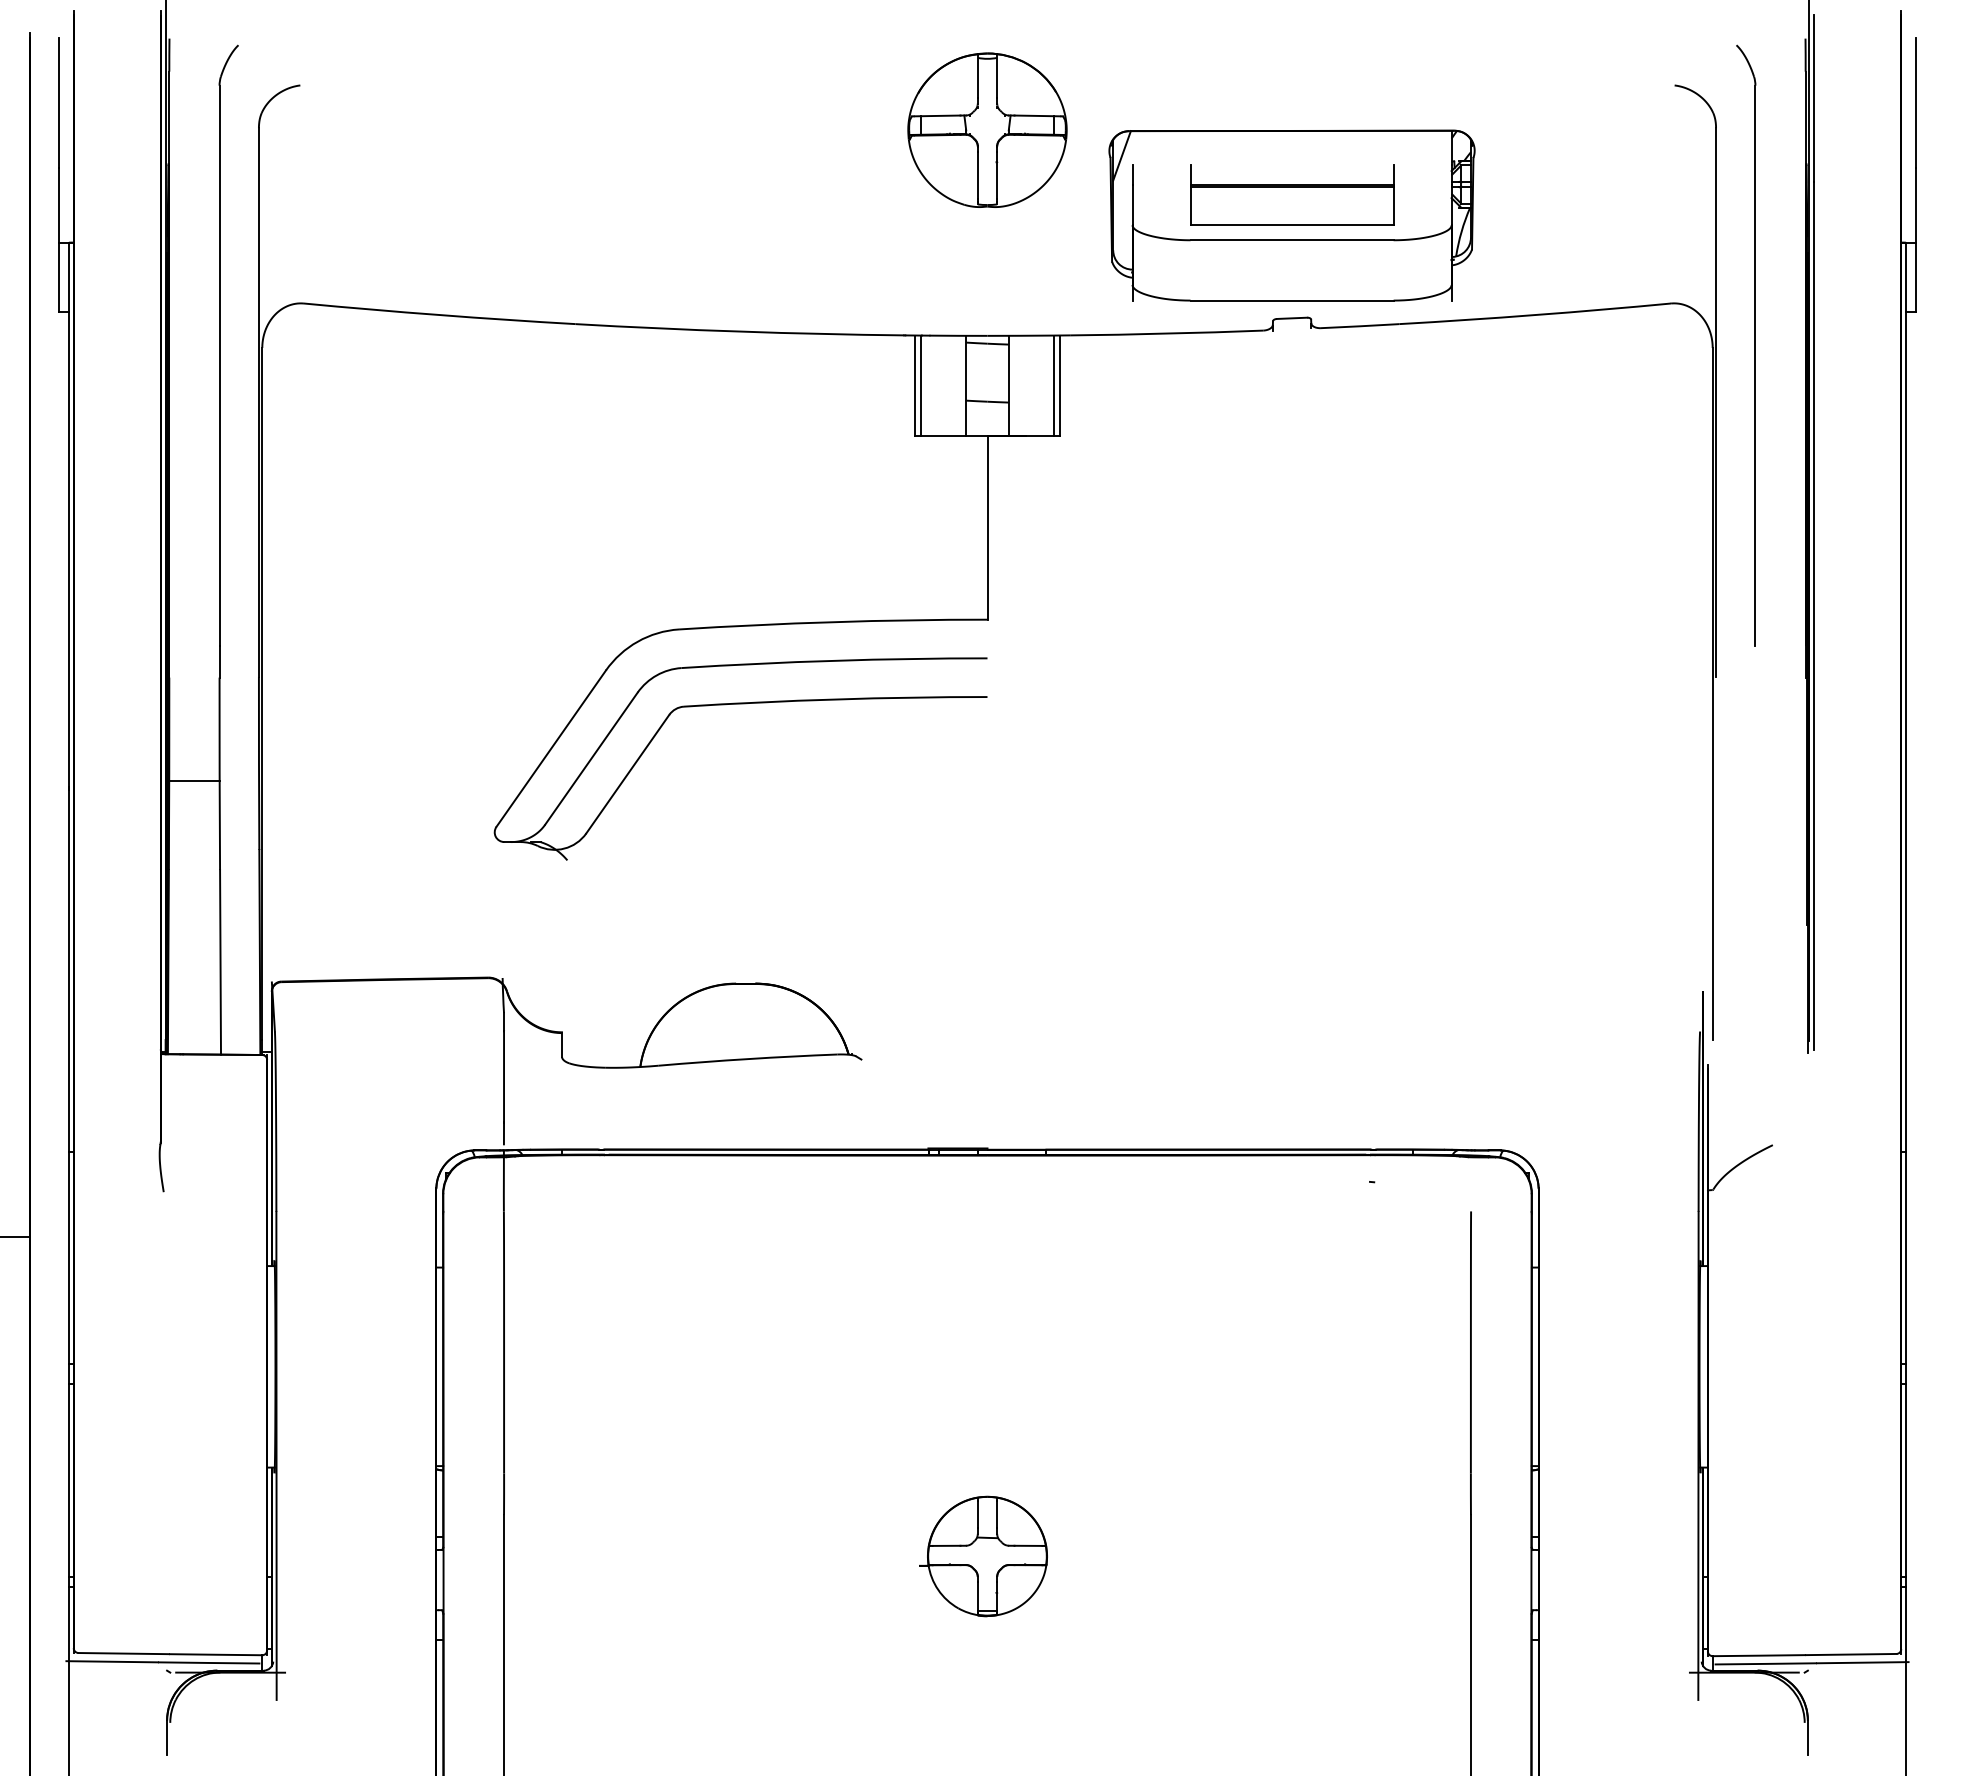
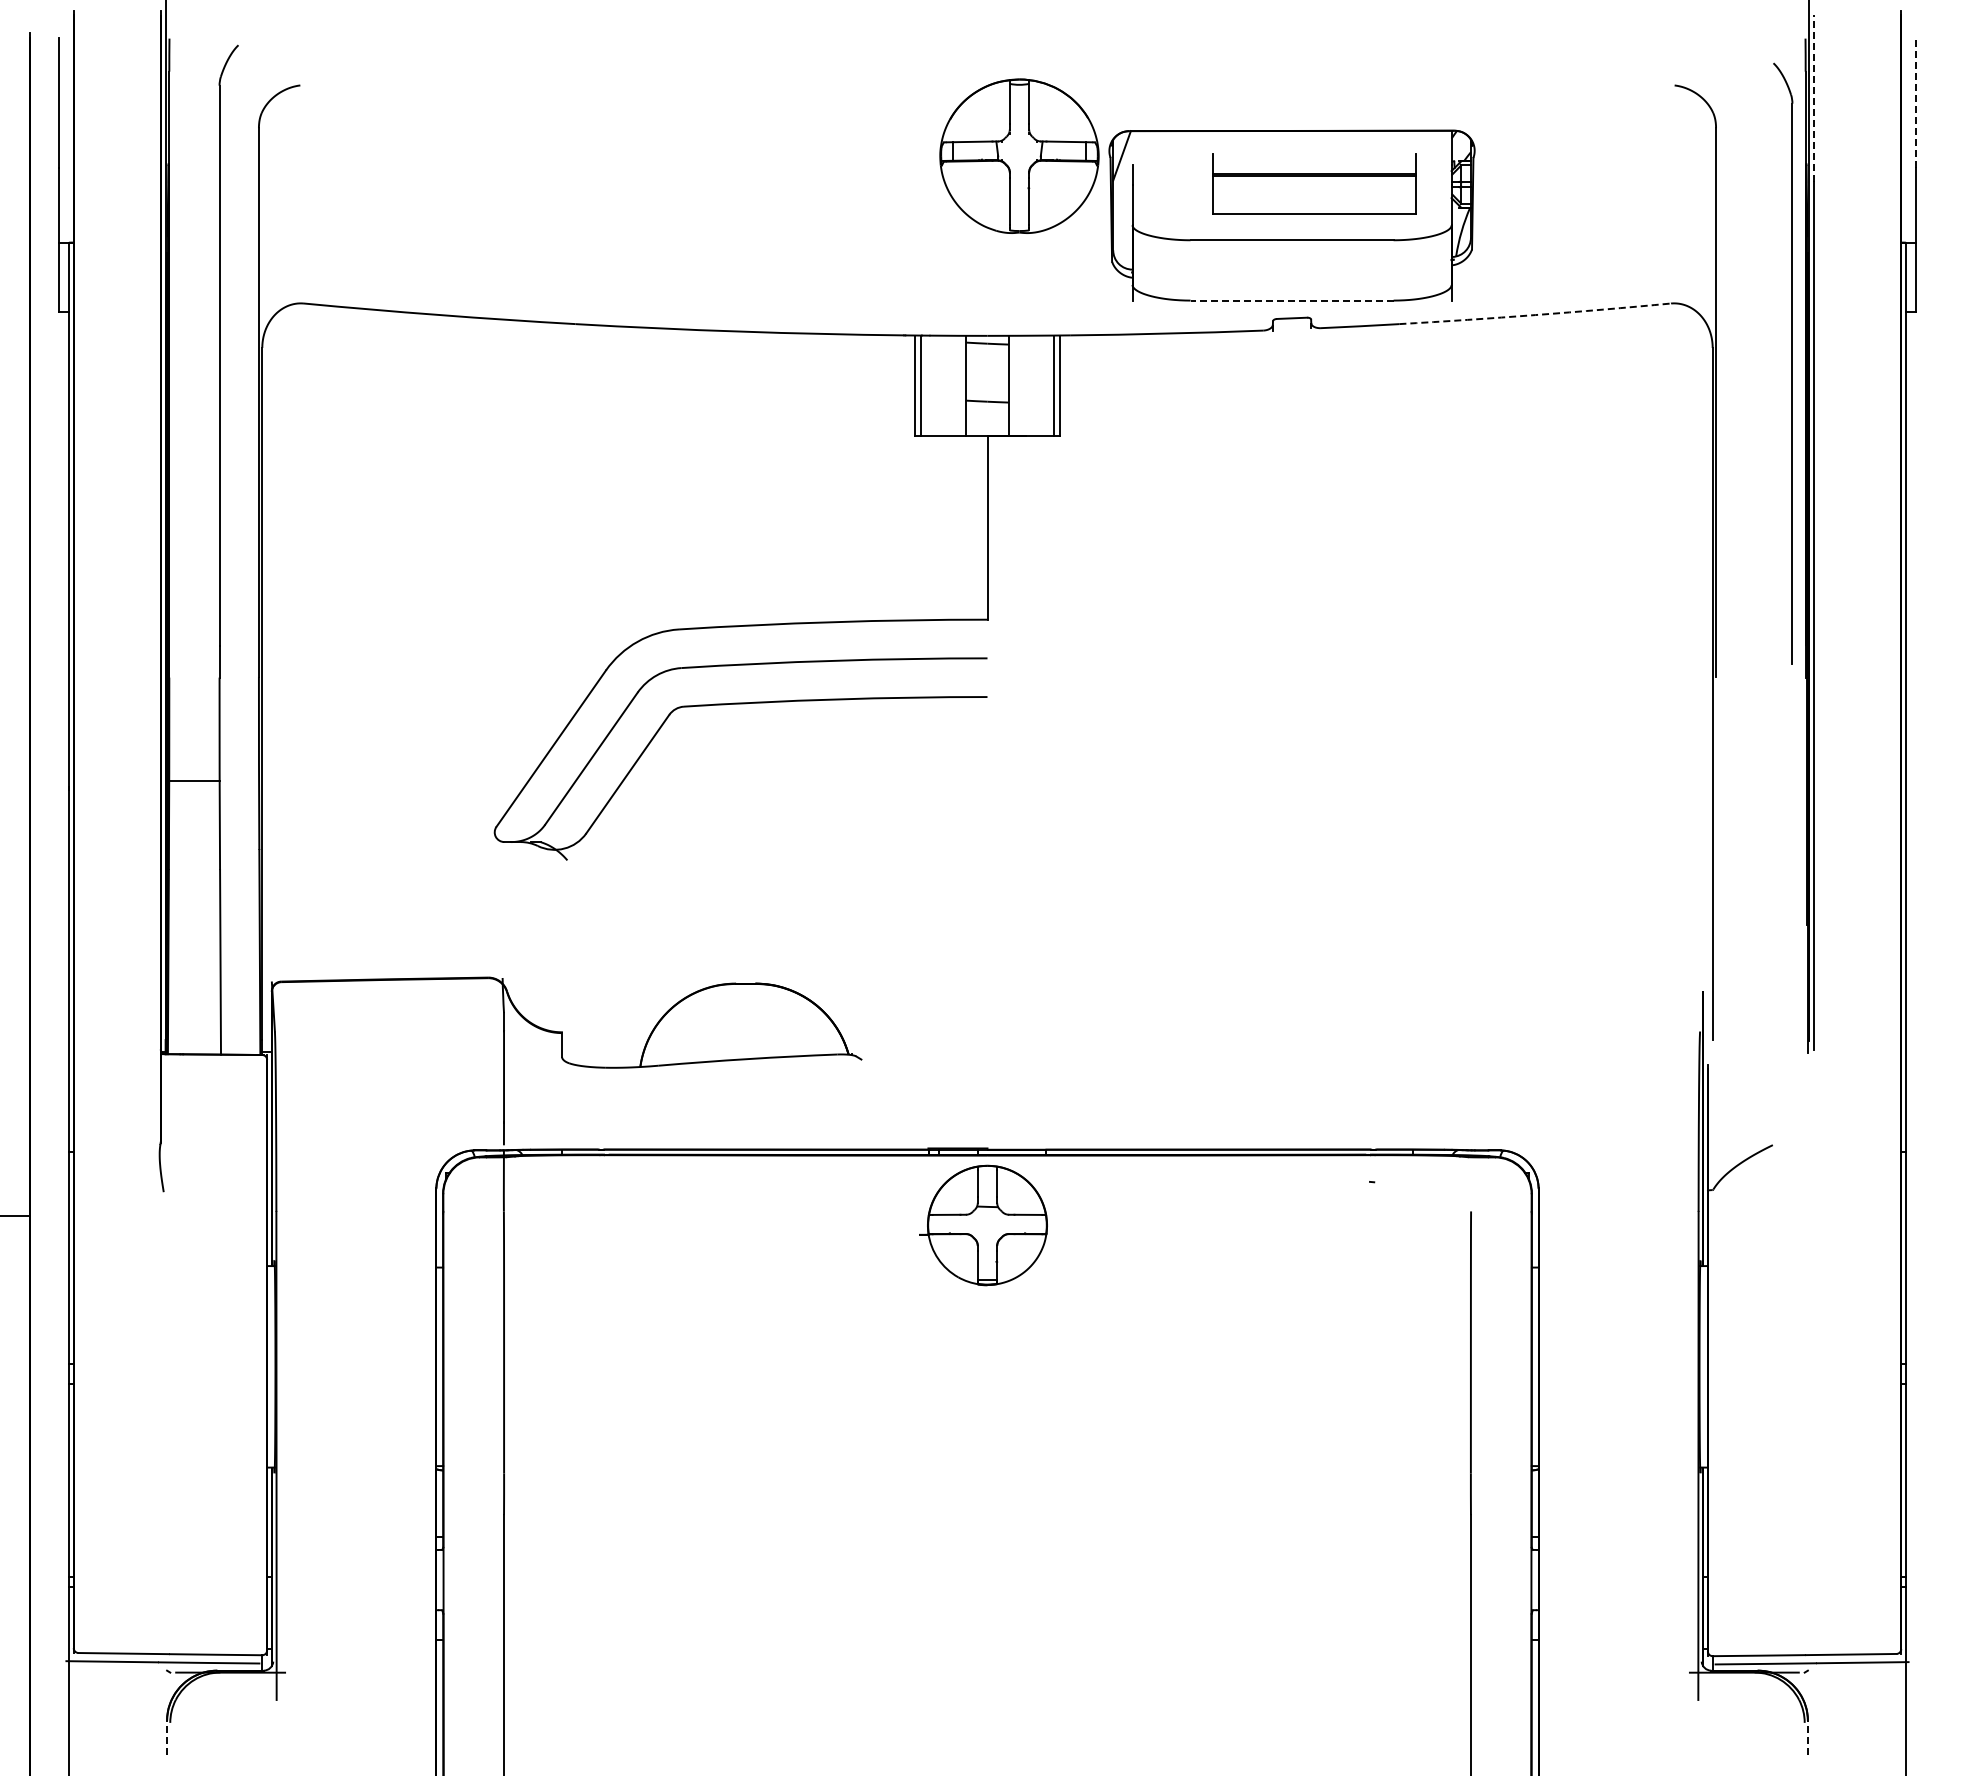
line at (1814, 98): solid -> dashed
line at (1915, 102): solid -> dashed
part at (987, 129) position: (987, 129) -> (1019, 155)
part at (1292, 194) position: (1292, 194) -> (1314, 183)
line at (1292, 300): solid -> dashed
arc at (1535, 315): solid -> dashed
part at (1754, 345) position: (1754, 345) -> (1791, 363)
line at (16, 1236) position: (16, 1236) -> (16, 1215)
part at (983, 1556) position: (983, 1556) -> (983, 1225)
line at (167, 1737): solid -> dashed
line at (1807, 1737): solid -> dashed
